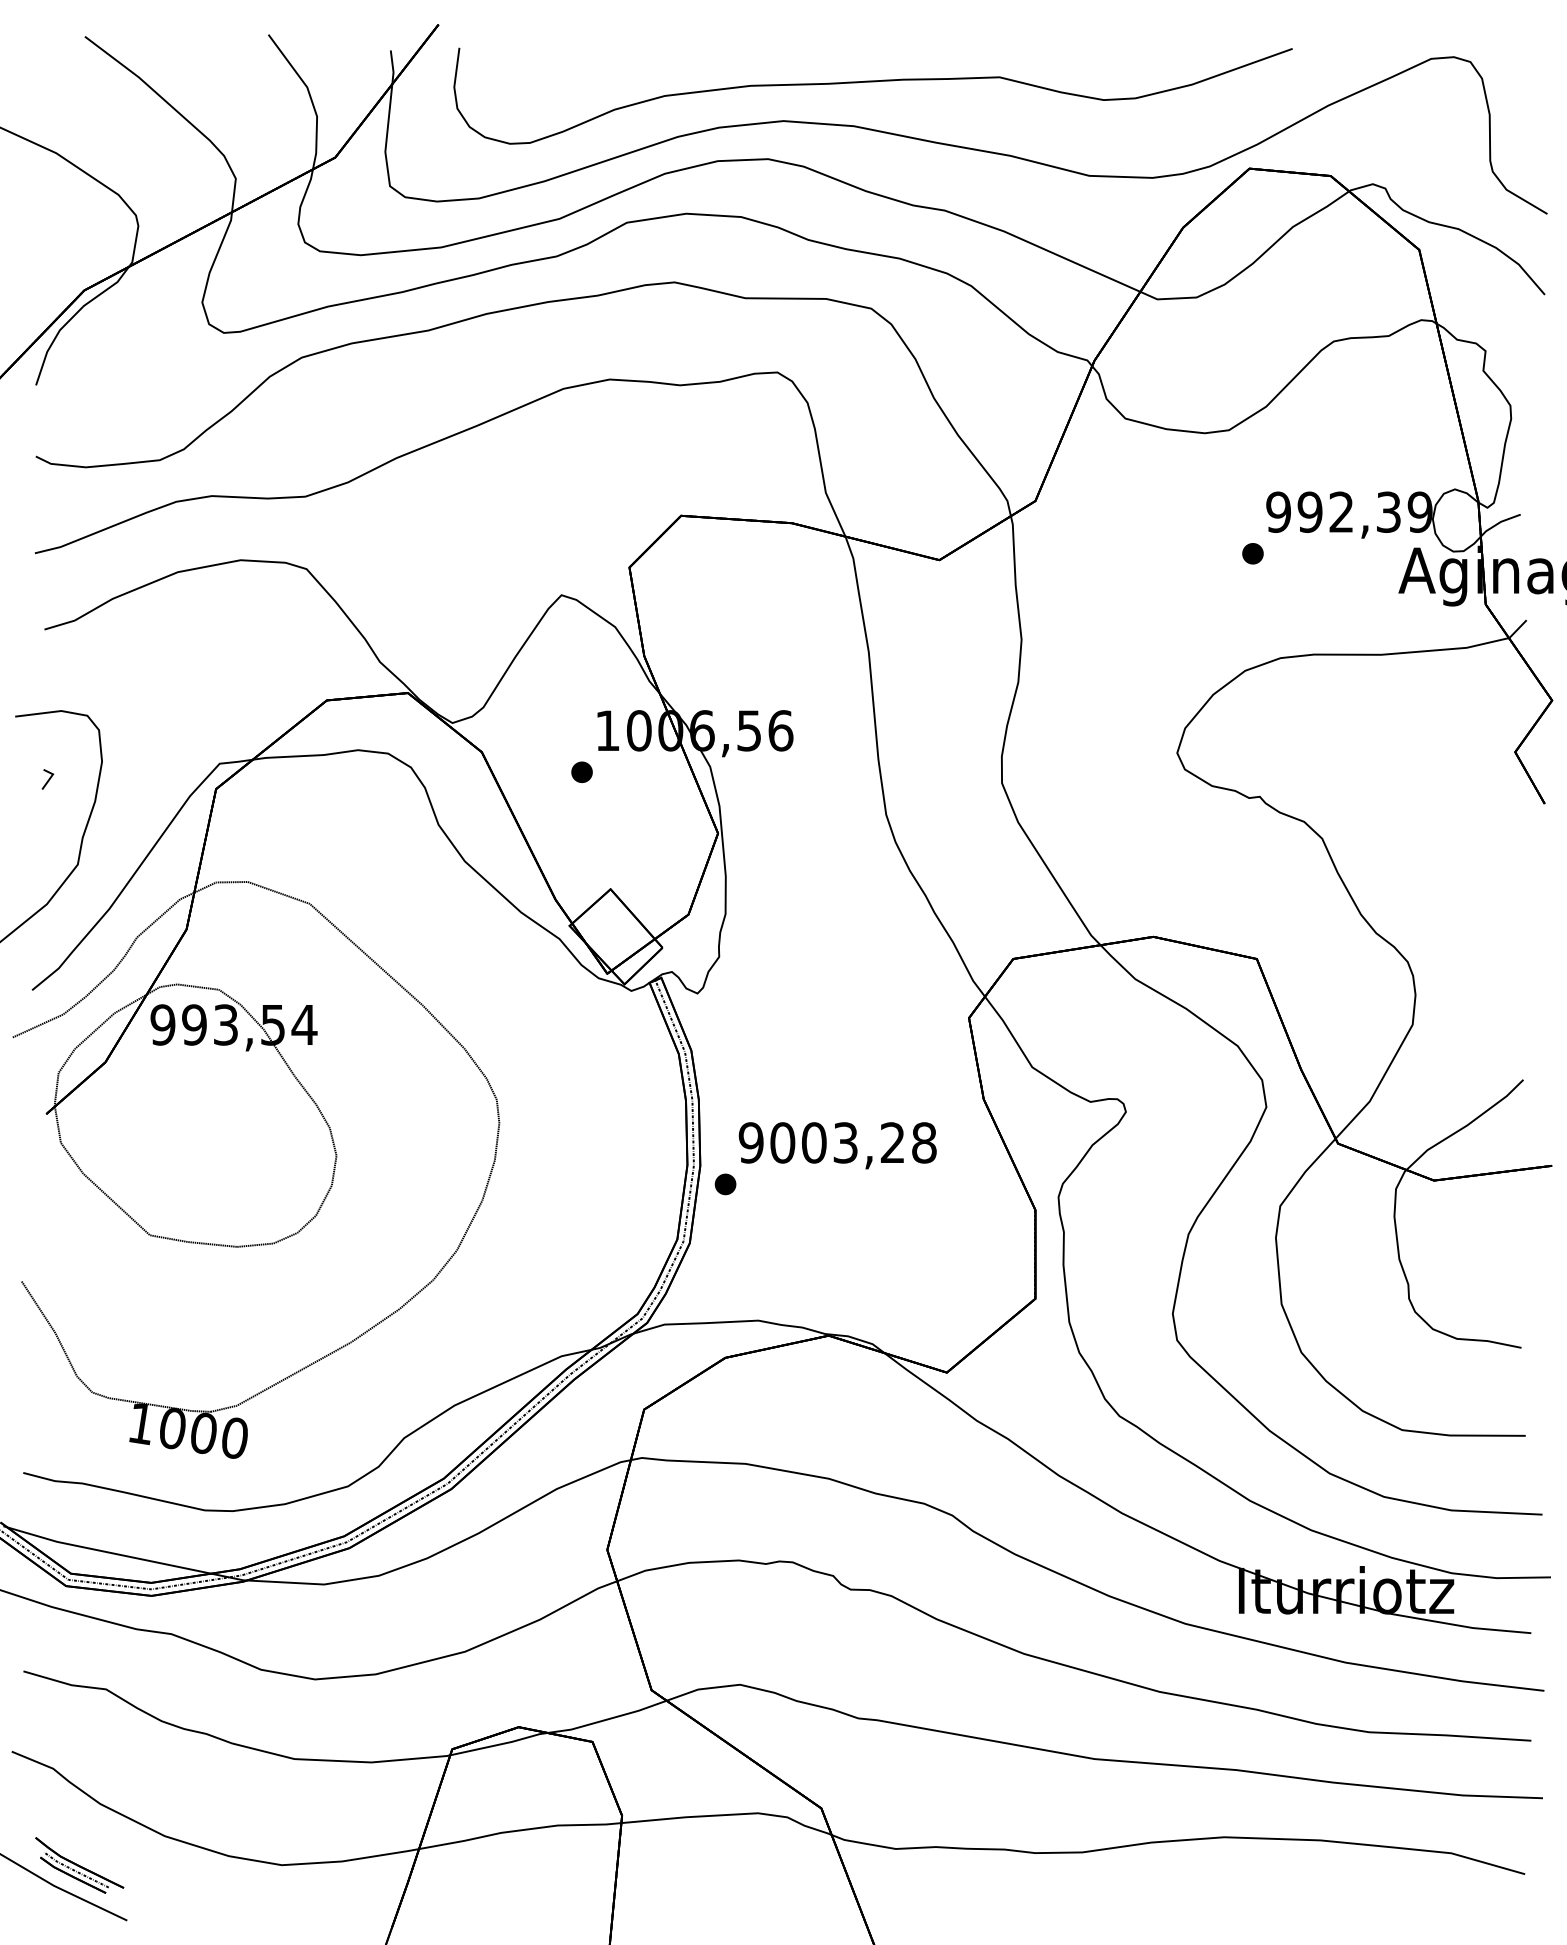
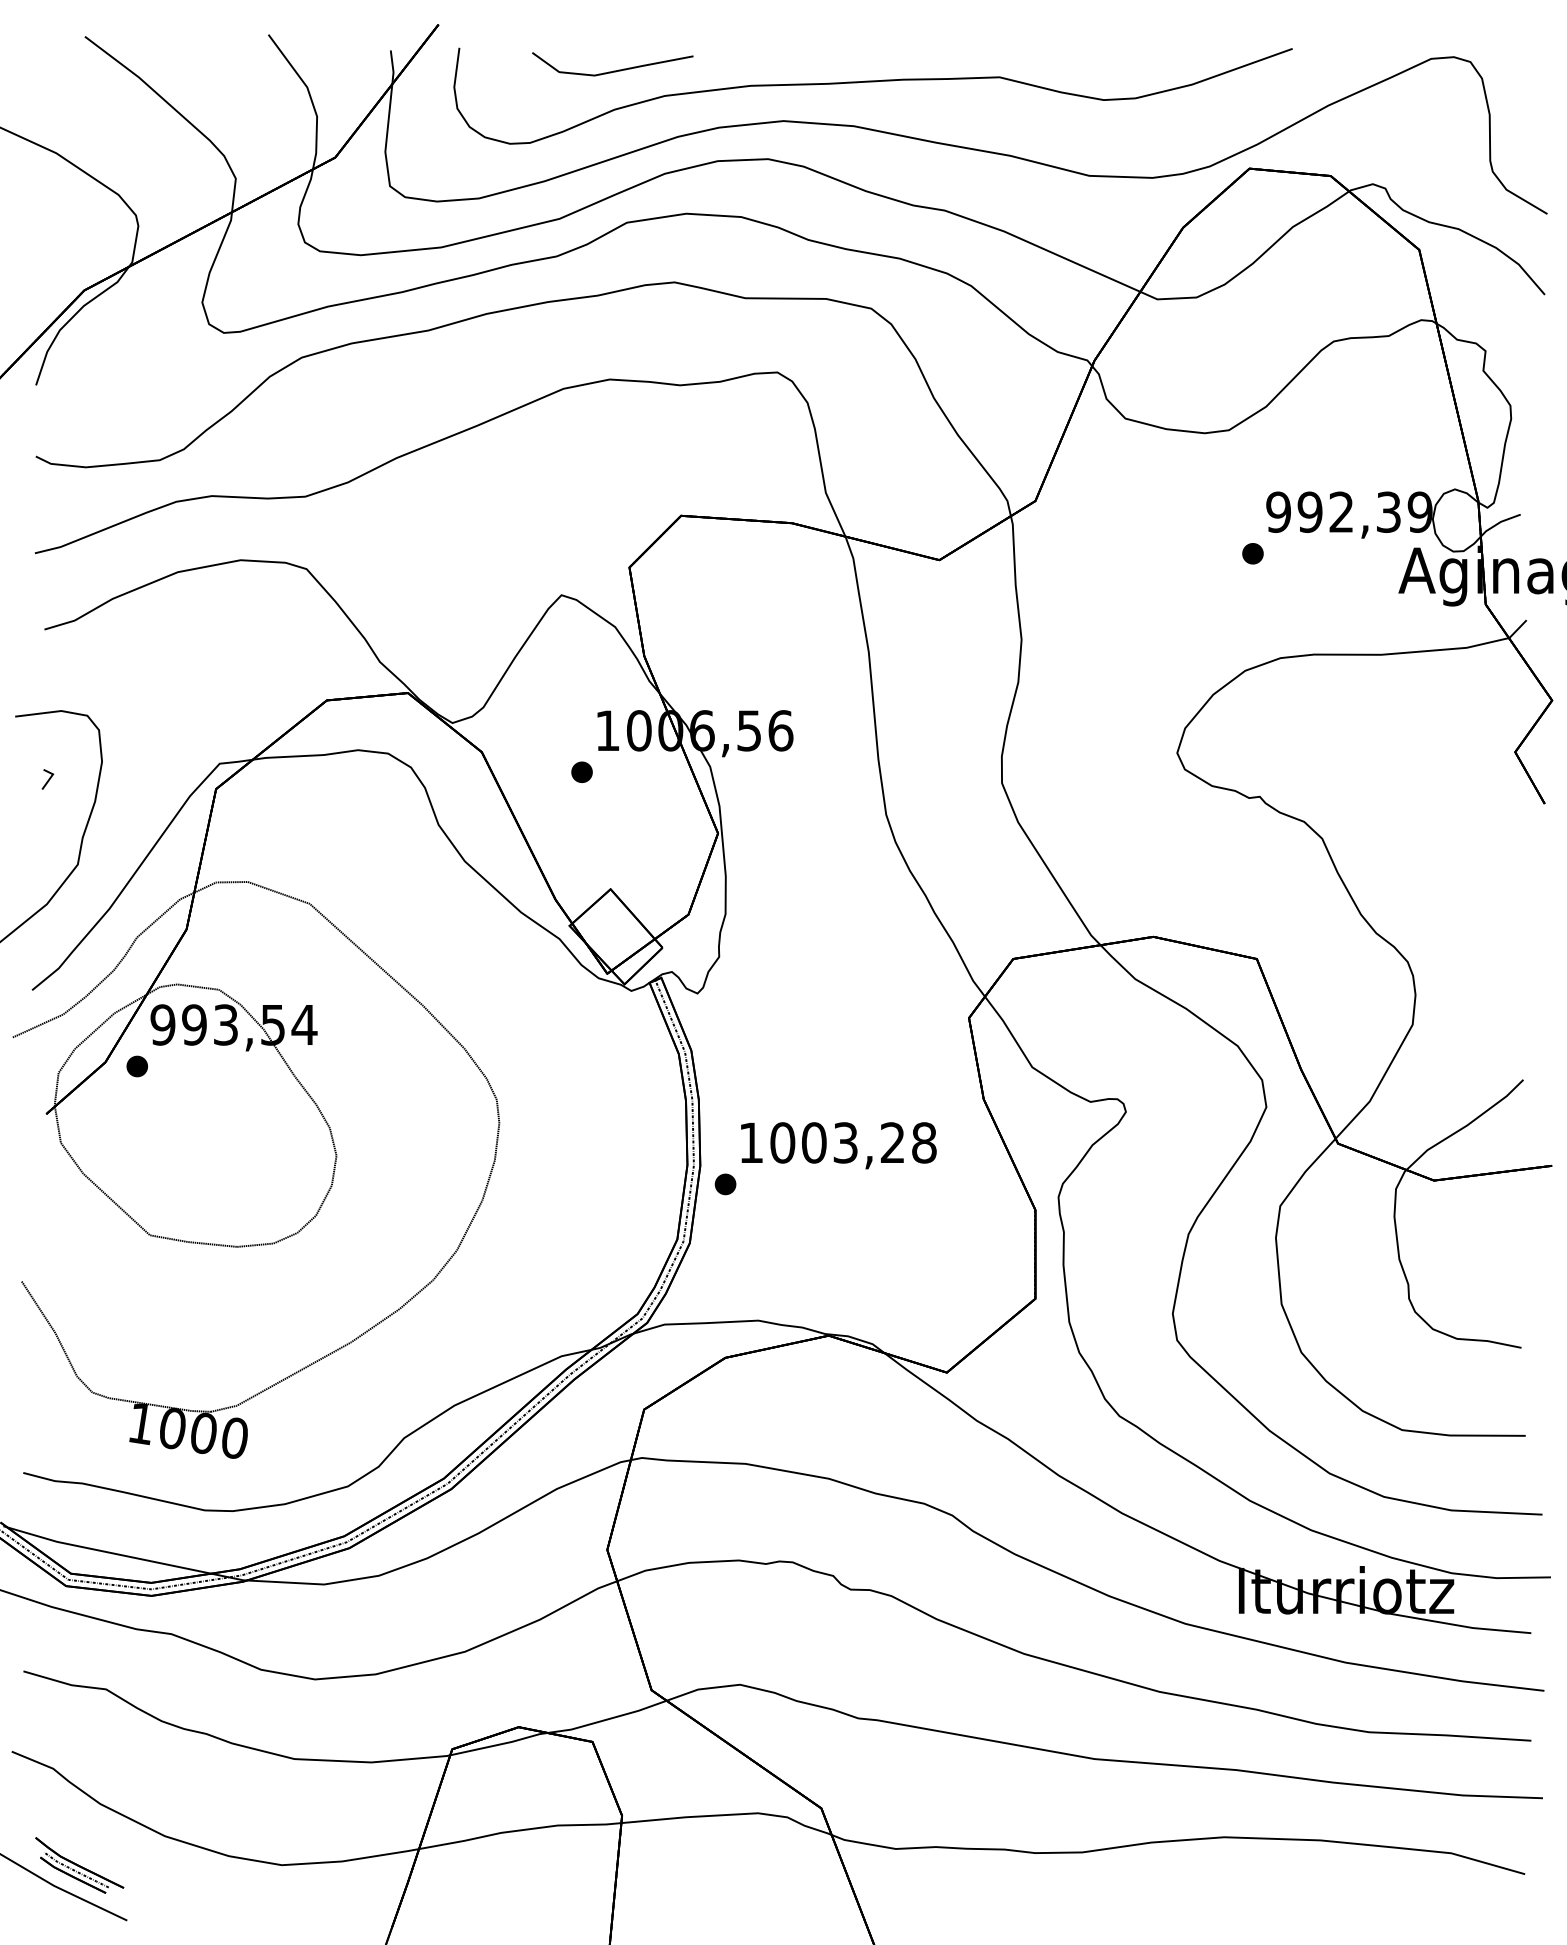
part at (613, 70): none -> present
part at (136, 1066): none -> present
text at (750, 1142): 9003,28 -> 1003,28
